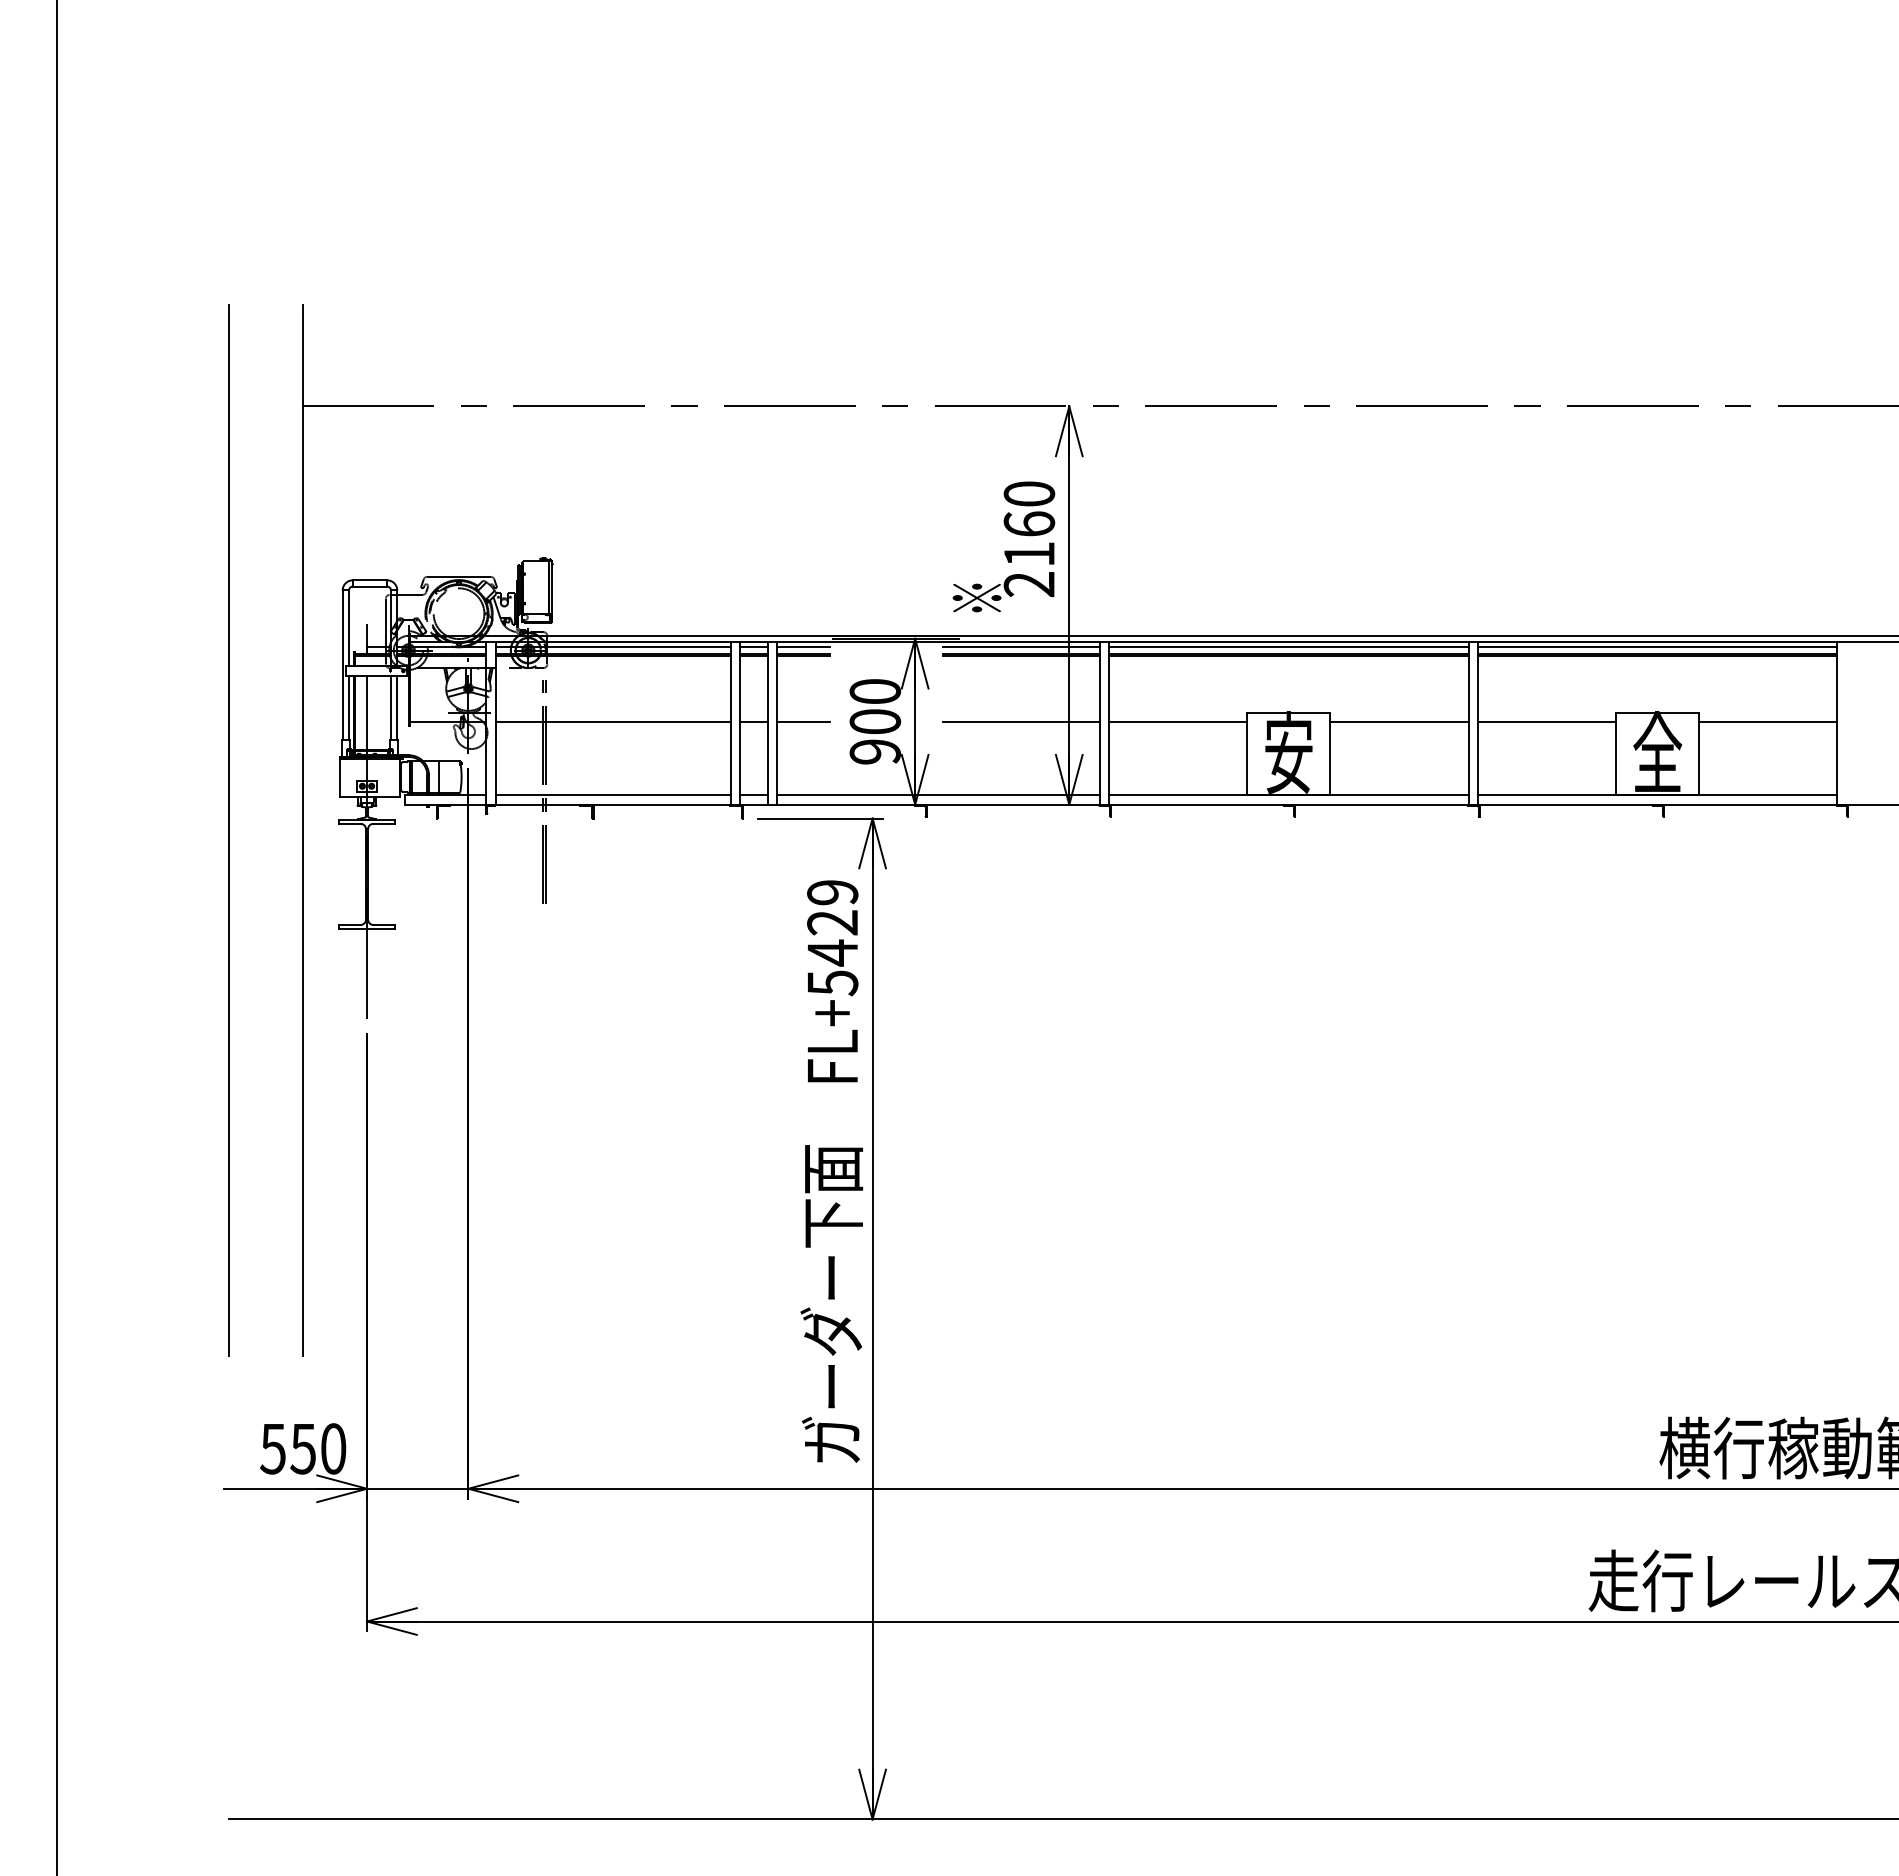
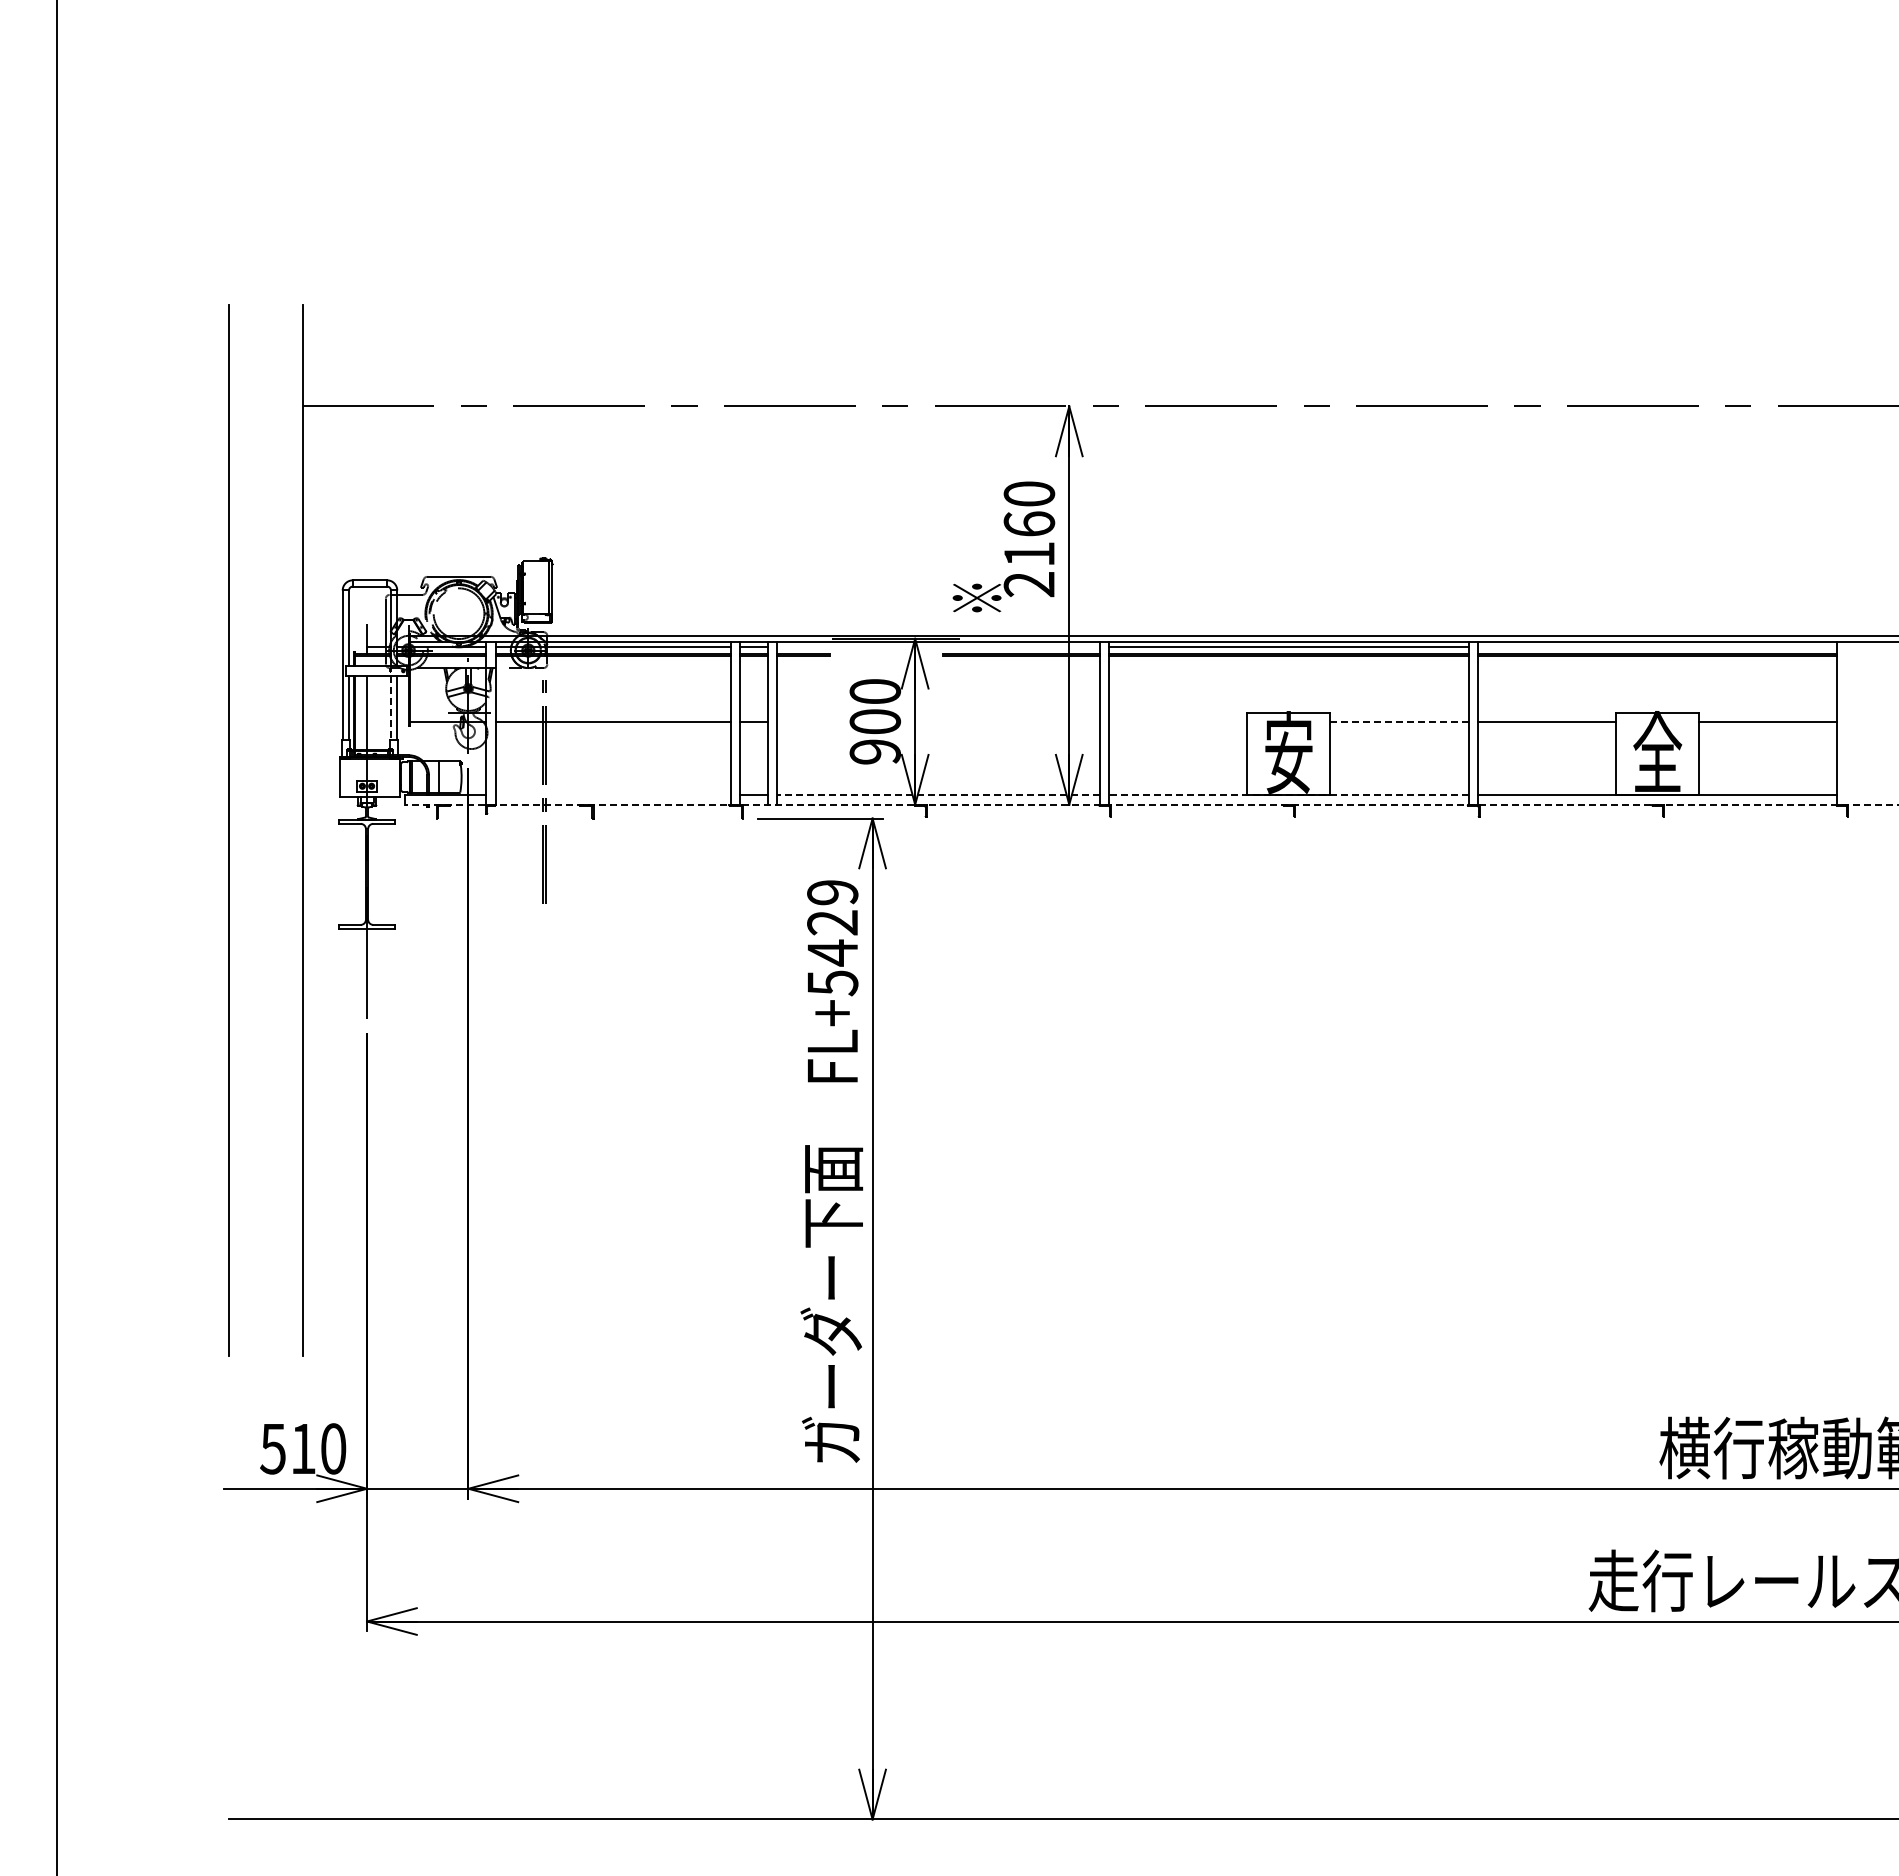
line at (803, 646): present -> none
line at (1021, 646): present -> none
line at (1657, 646): present -> none
line at (391, 708): solid -> dashed
line at (803, 721): present -> none
line at (1021, 721): present -> none
line at (1178, 721): present -> none
line at (1399, 721): solid -> dashed
line at (613, 795): present -> none
line at (938, 795): solid -> dashed
line at (1288, 795): solid -> dashed
line at (1152, 804): solid -> dashed
text at (302, 1449): 550 -> 510
